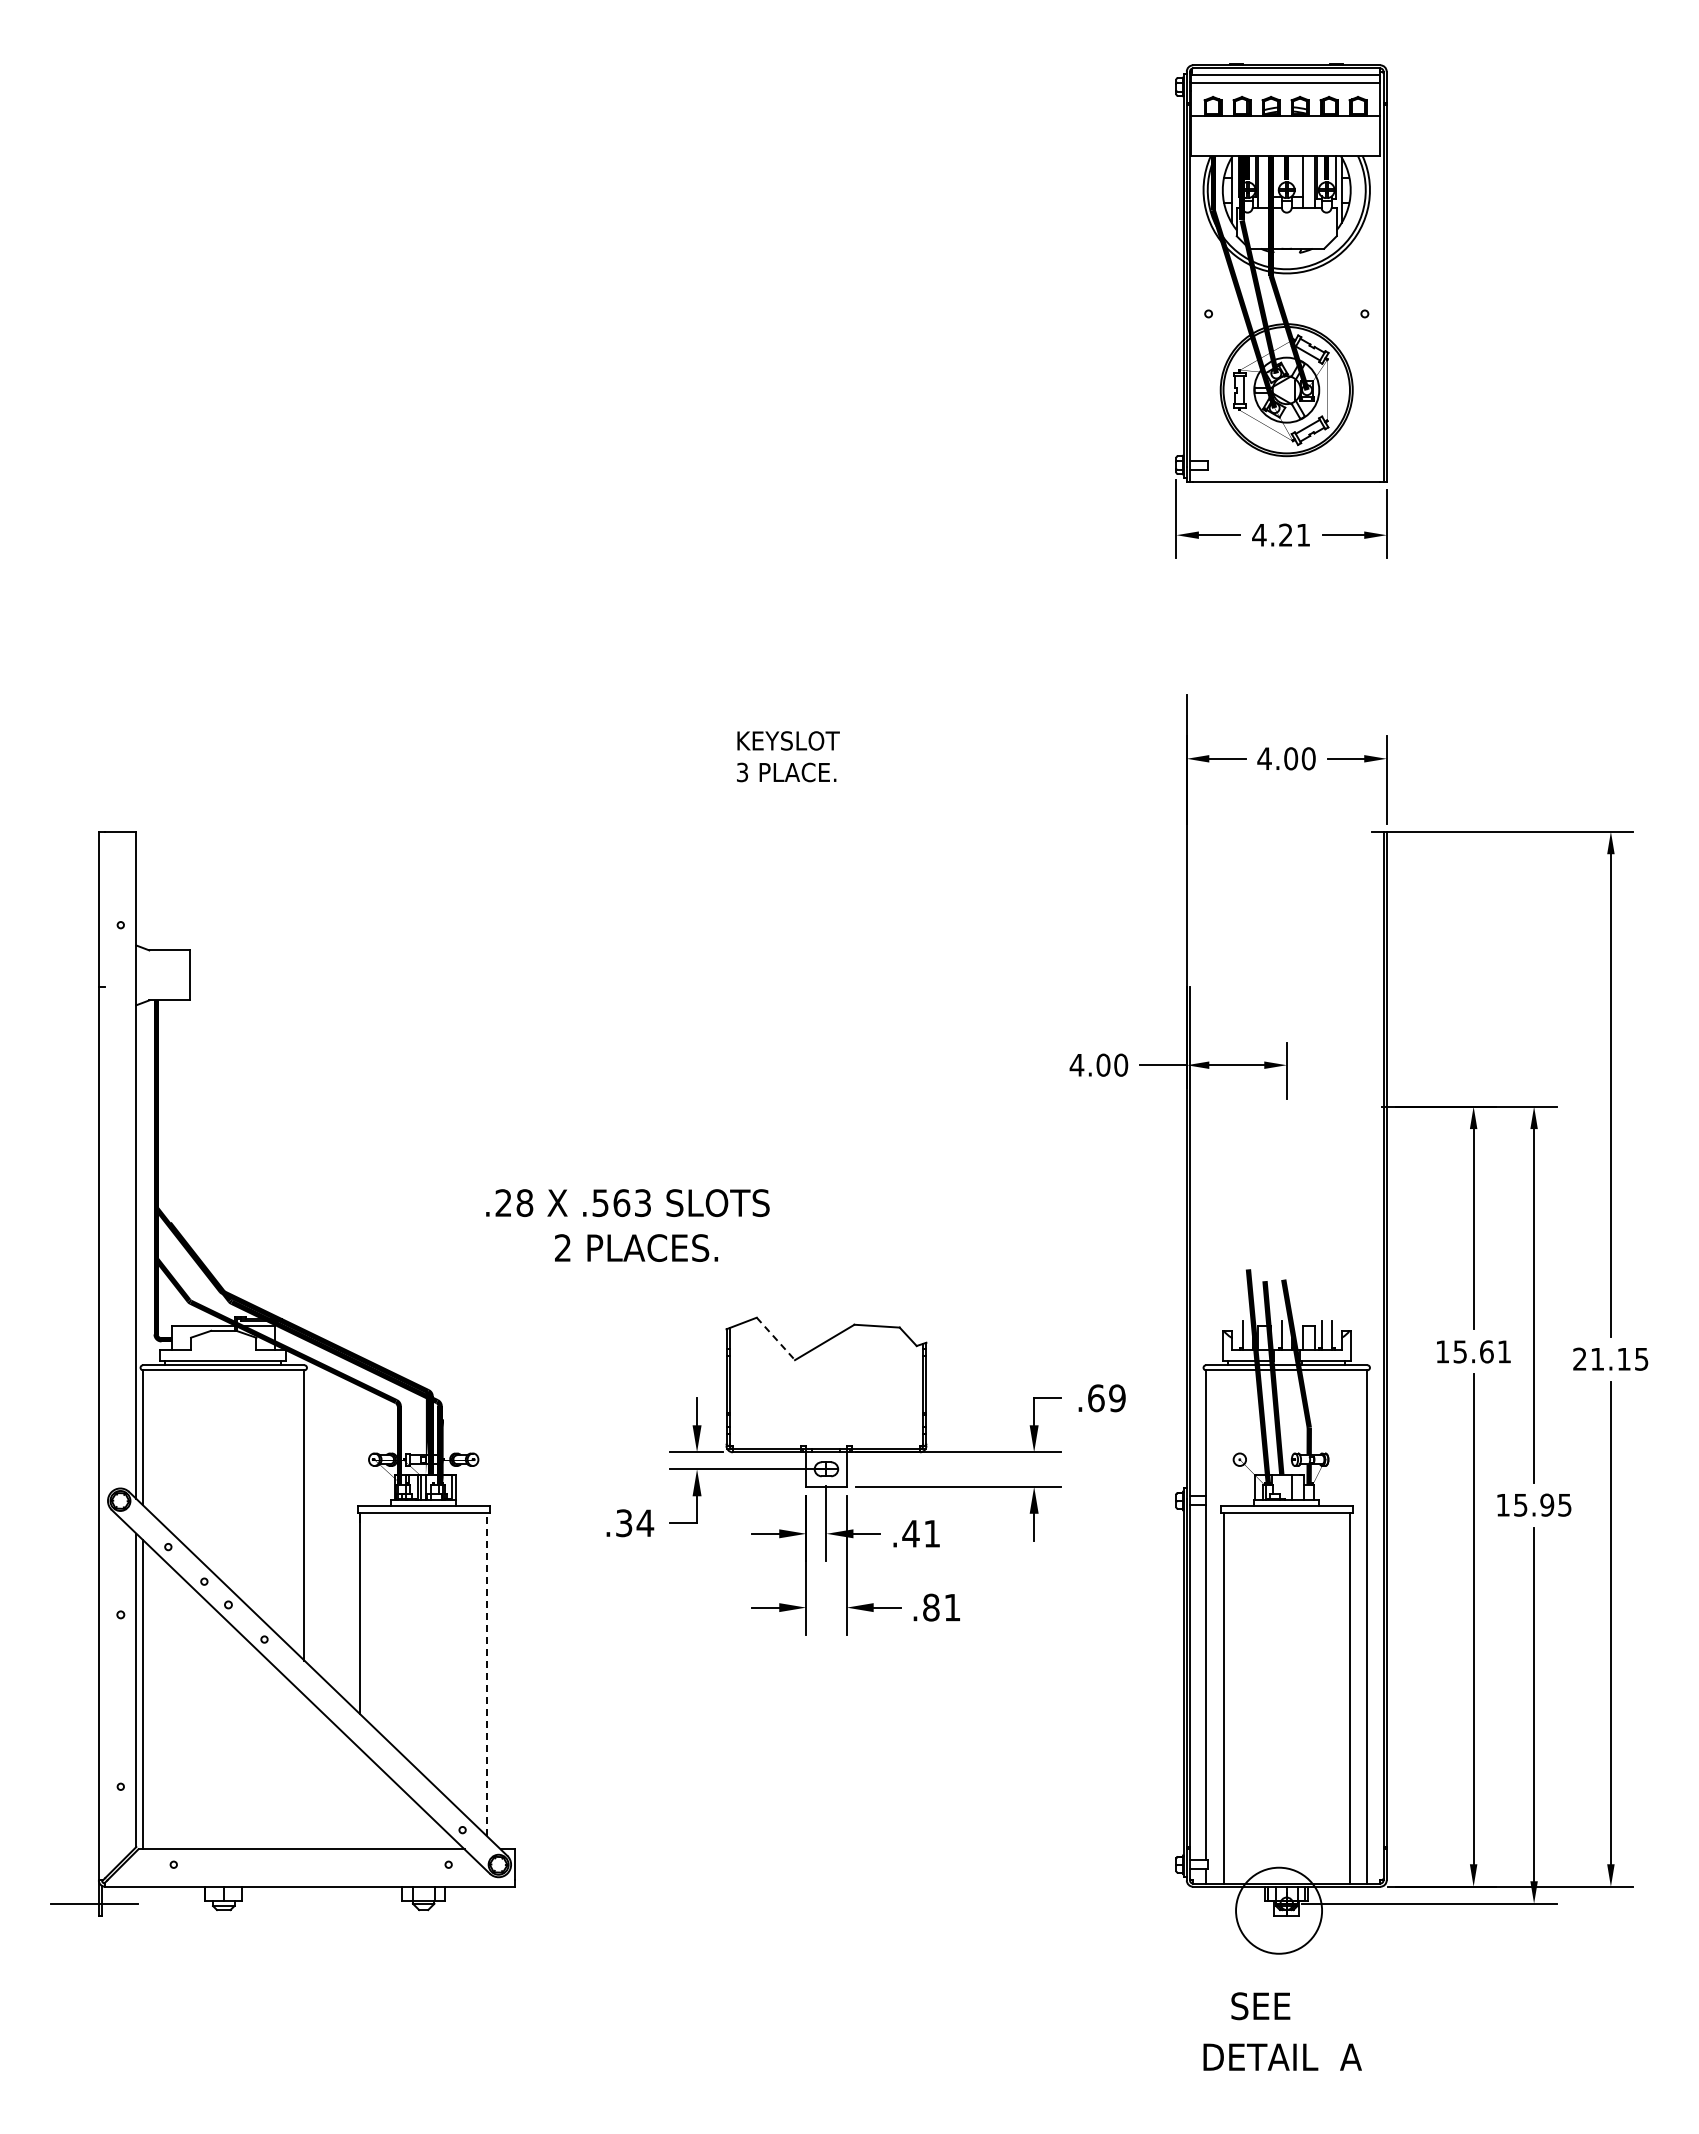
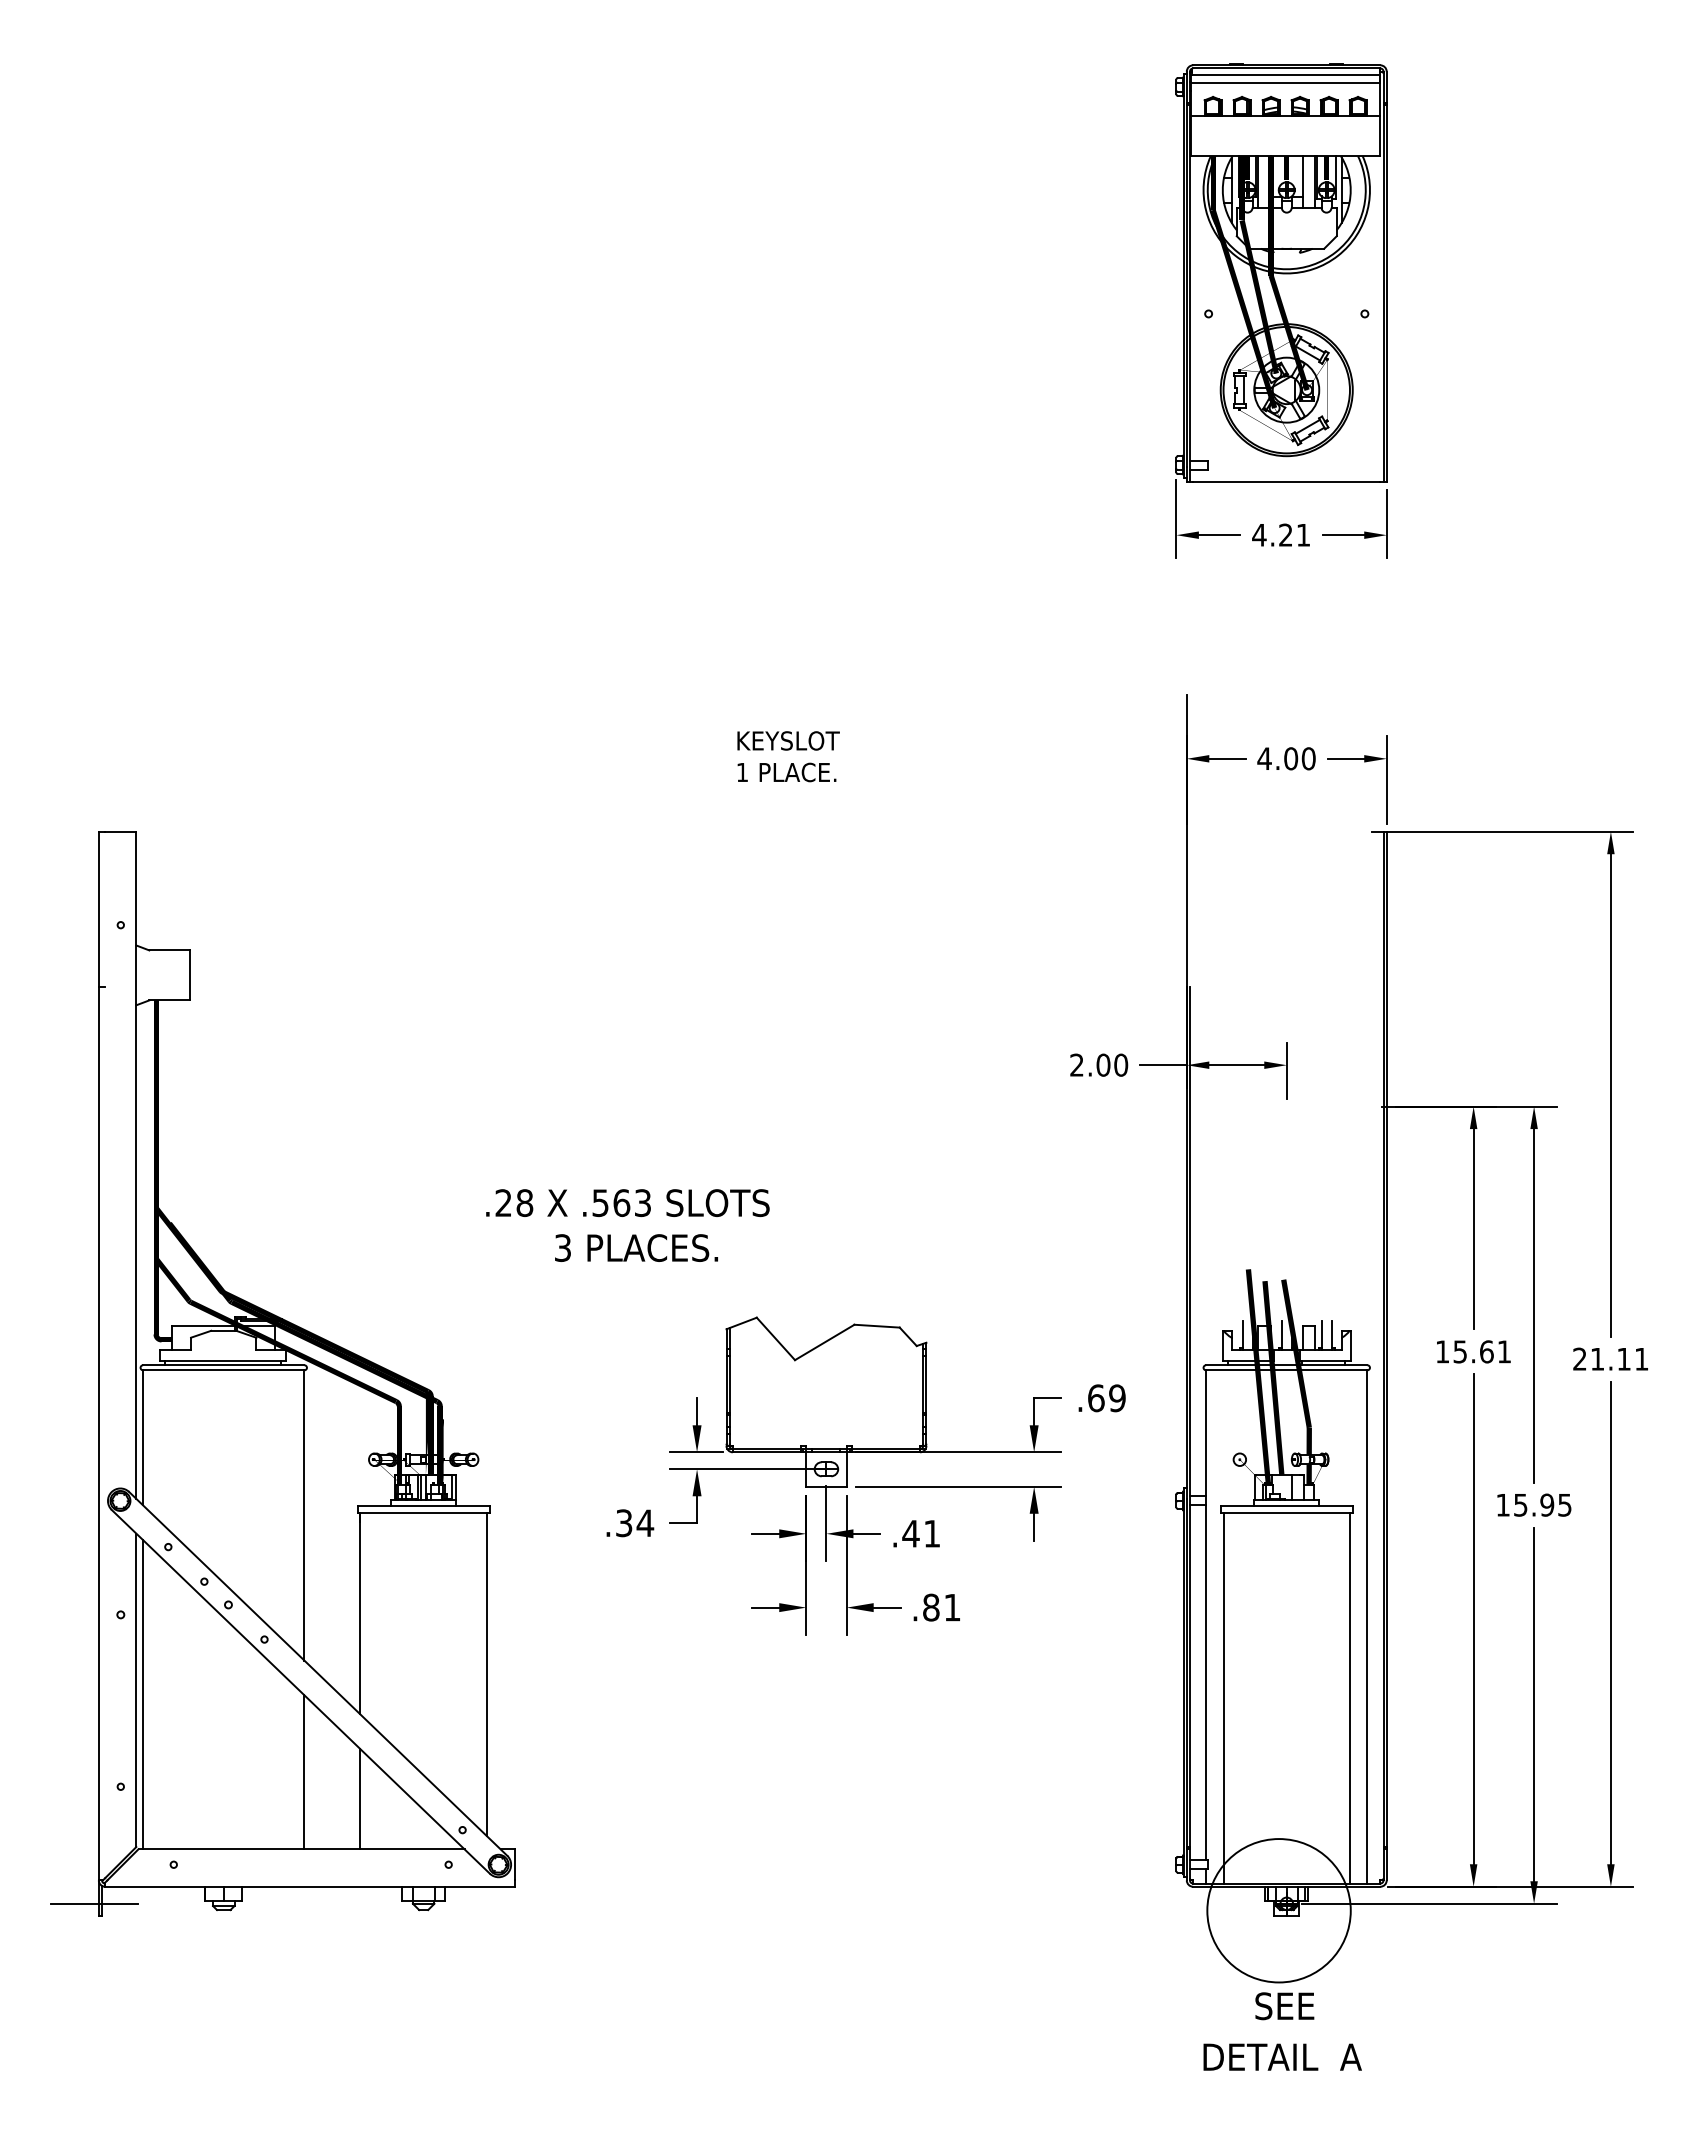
text at (742, 772): 3 -> 1
text at (1076, 1064): 4.00 -> 2.00
text at (562, 1248): 2 -> 3
line at (775, 1338): dashed -> solid
text at (1641, 1359): 21.15 -> 21.11
line at (486, 1674): dashed -> solid
line at (304, 1772): none -> present
line at (360, 1799): none -> present
circle at (1279, 1910) diameter: 86 px -> 143 px
text at (1260, 2006) position: (1260, 2006) -> (1284, 2006)
